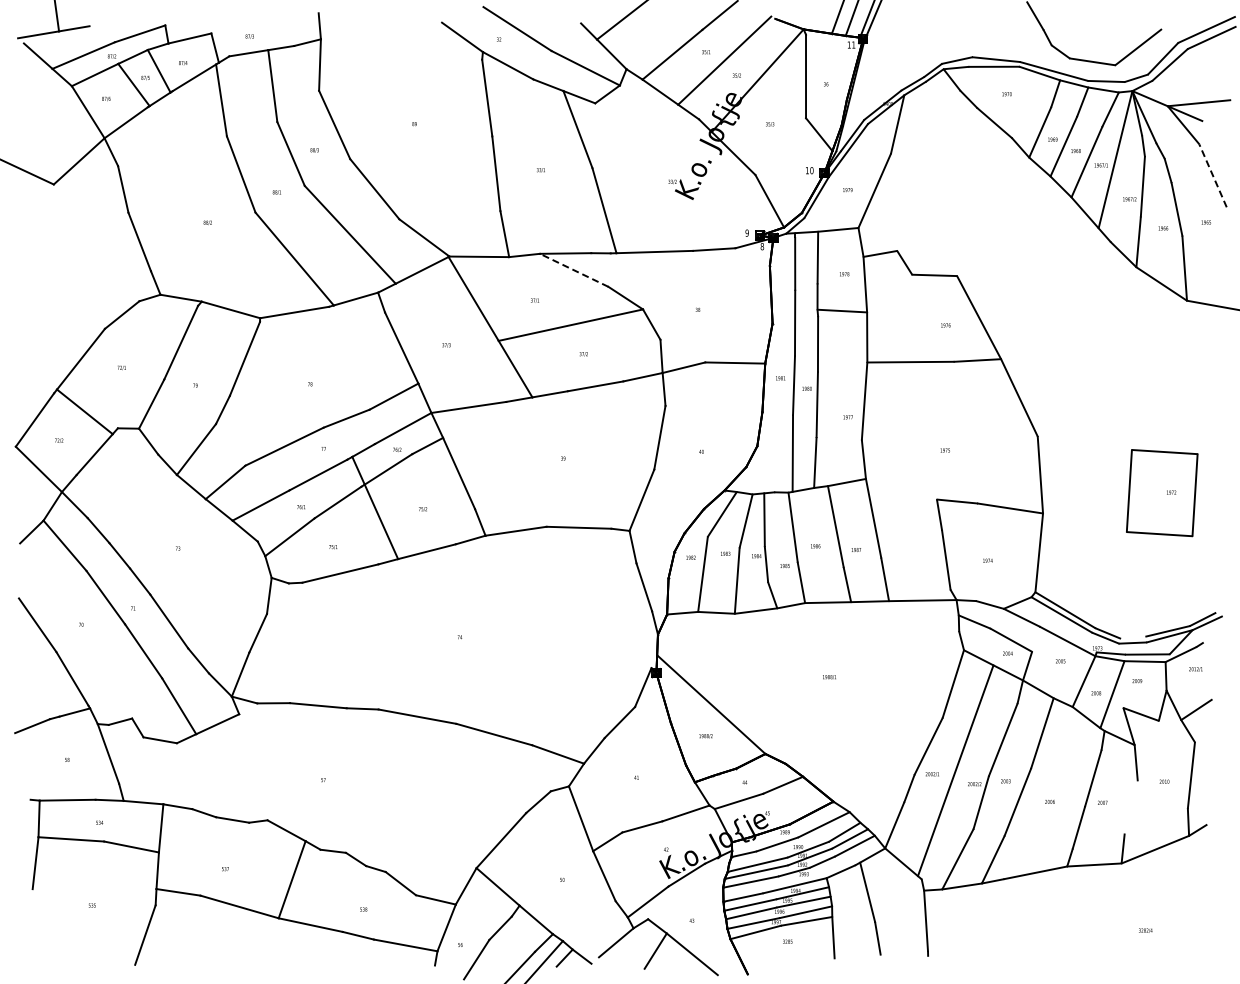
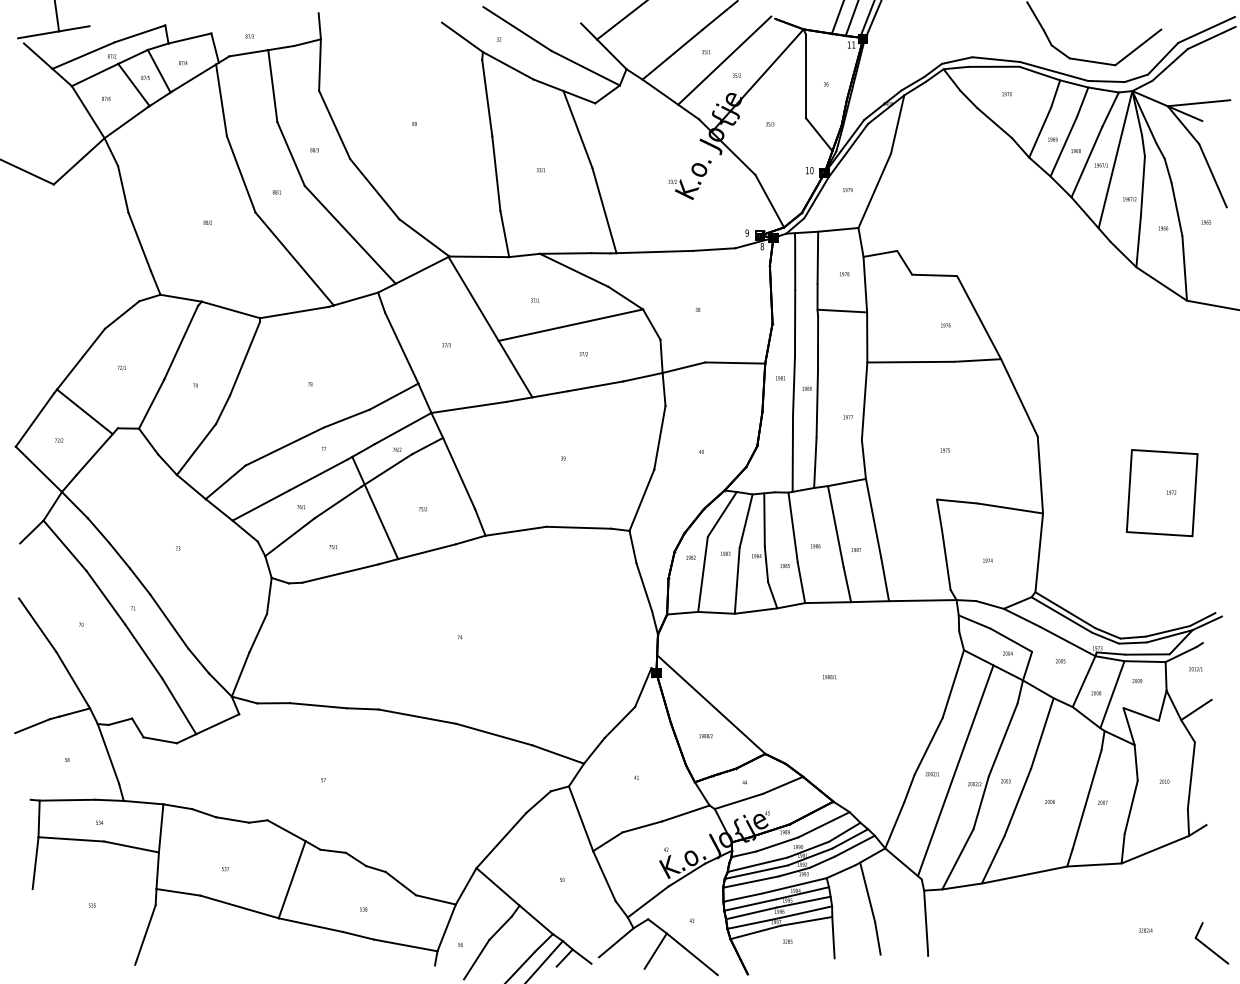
line at (1212, 175): dashed -> solid
line at (573, 270): dashed -> solid
line at (1132, 637): none -> present
line at (1130, 807): none -> present
part at (1211, 943): none -> present
